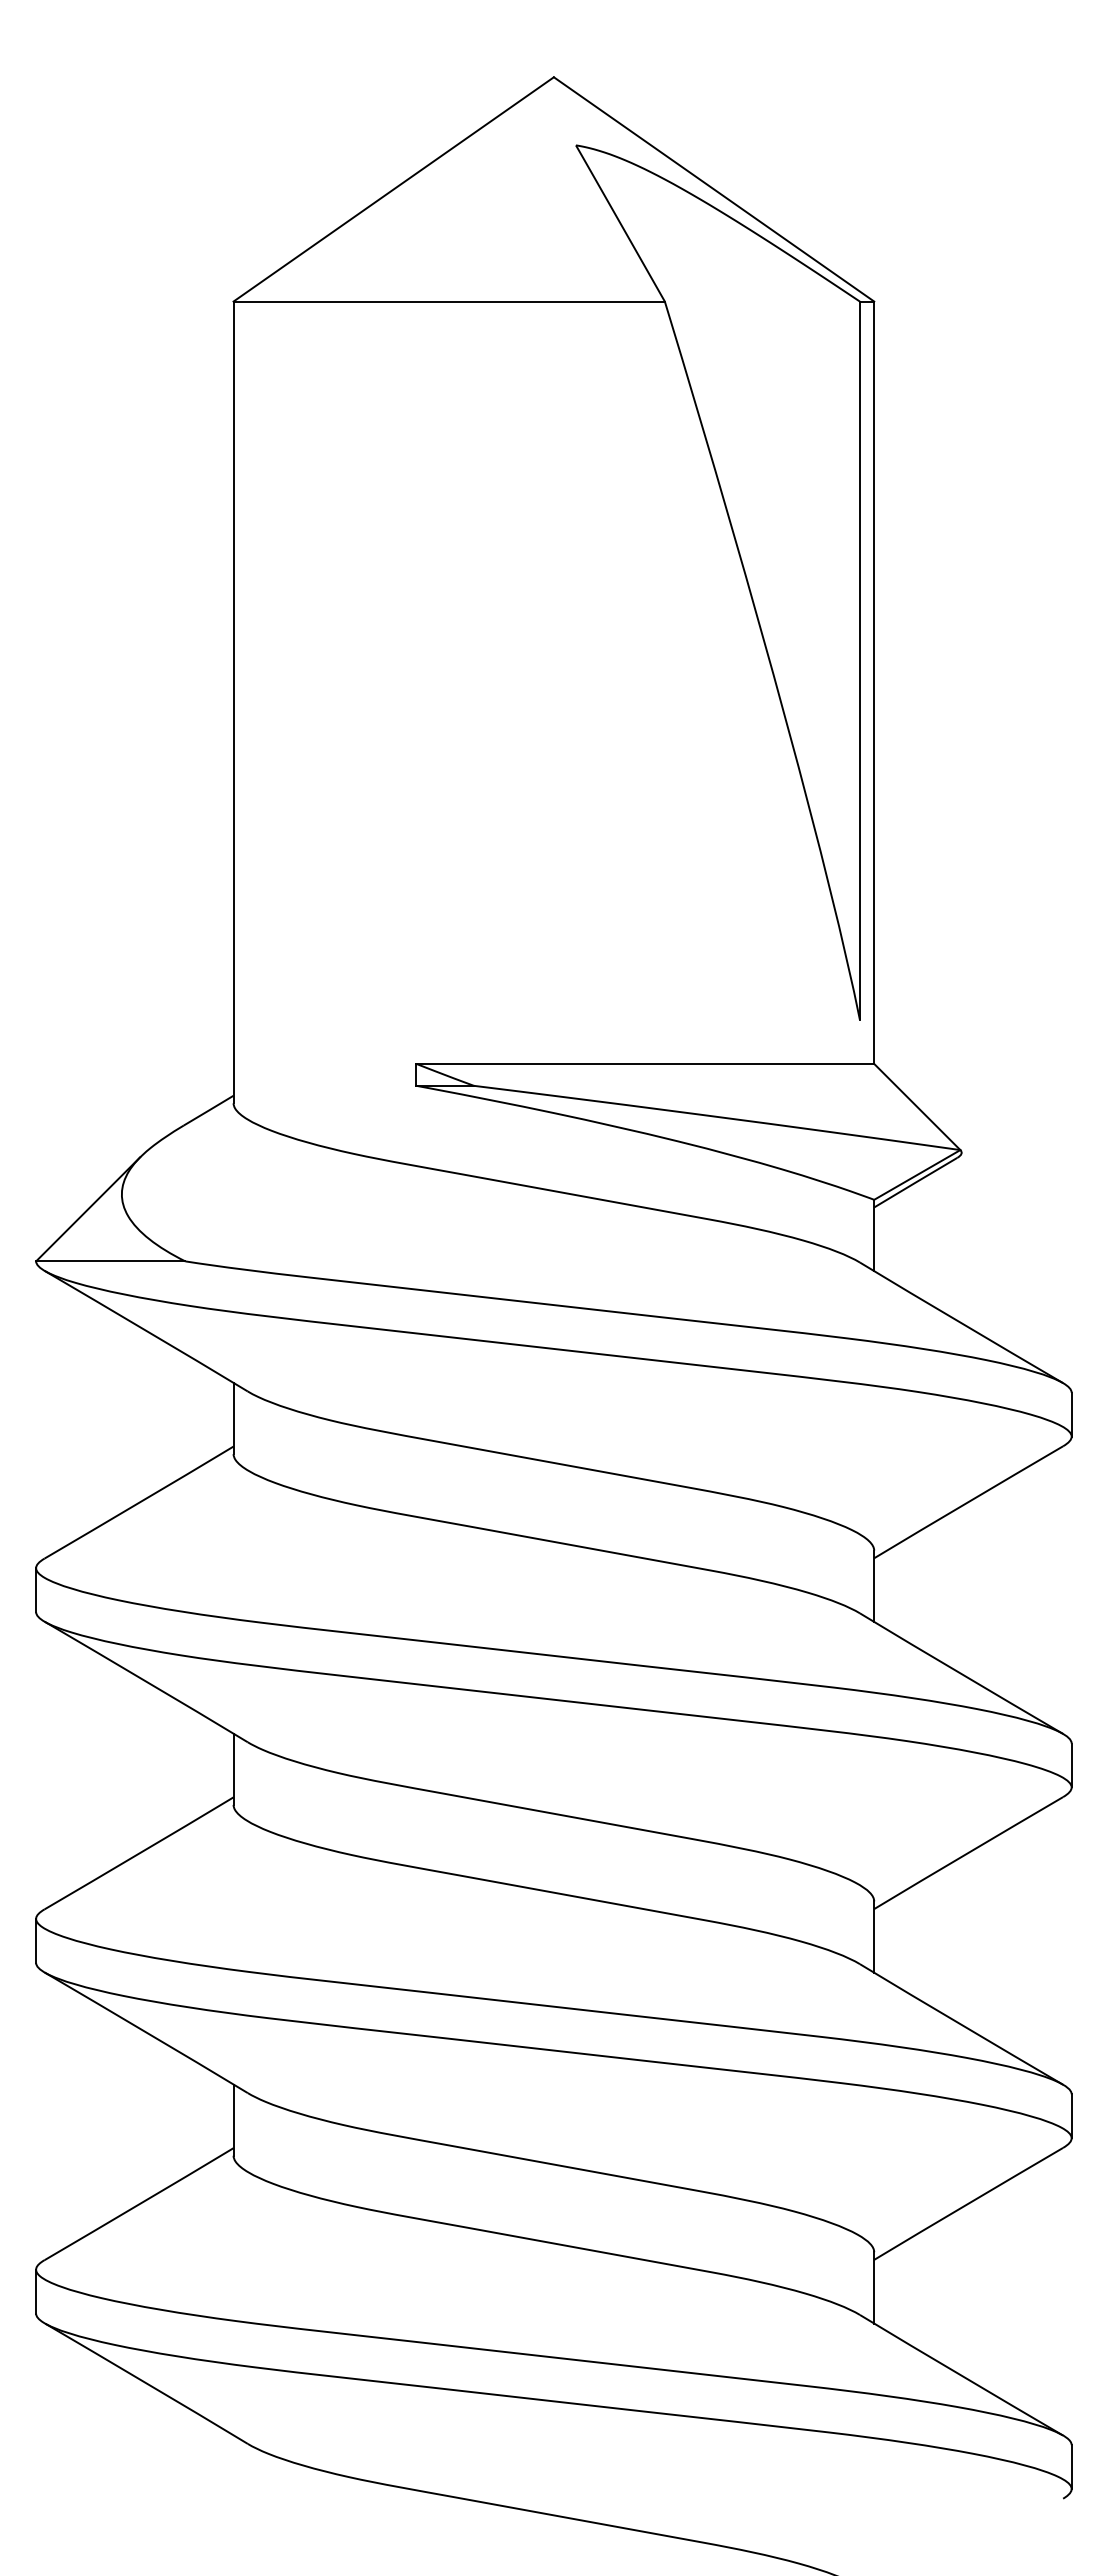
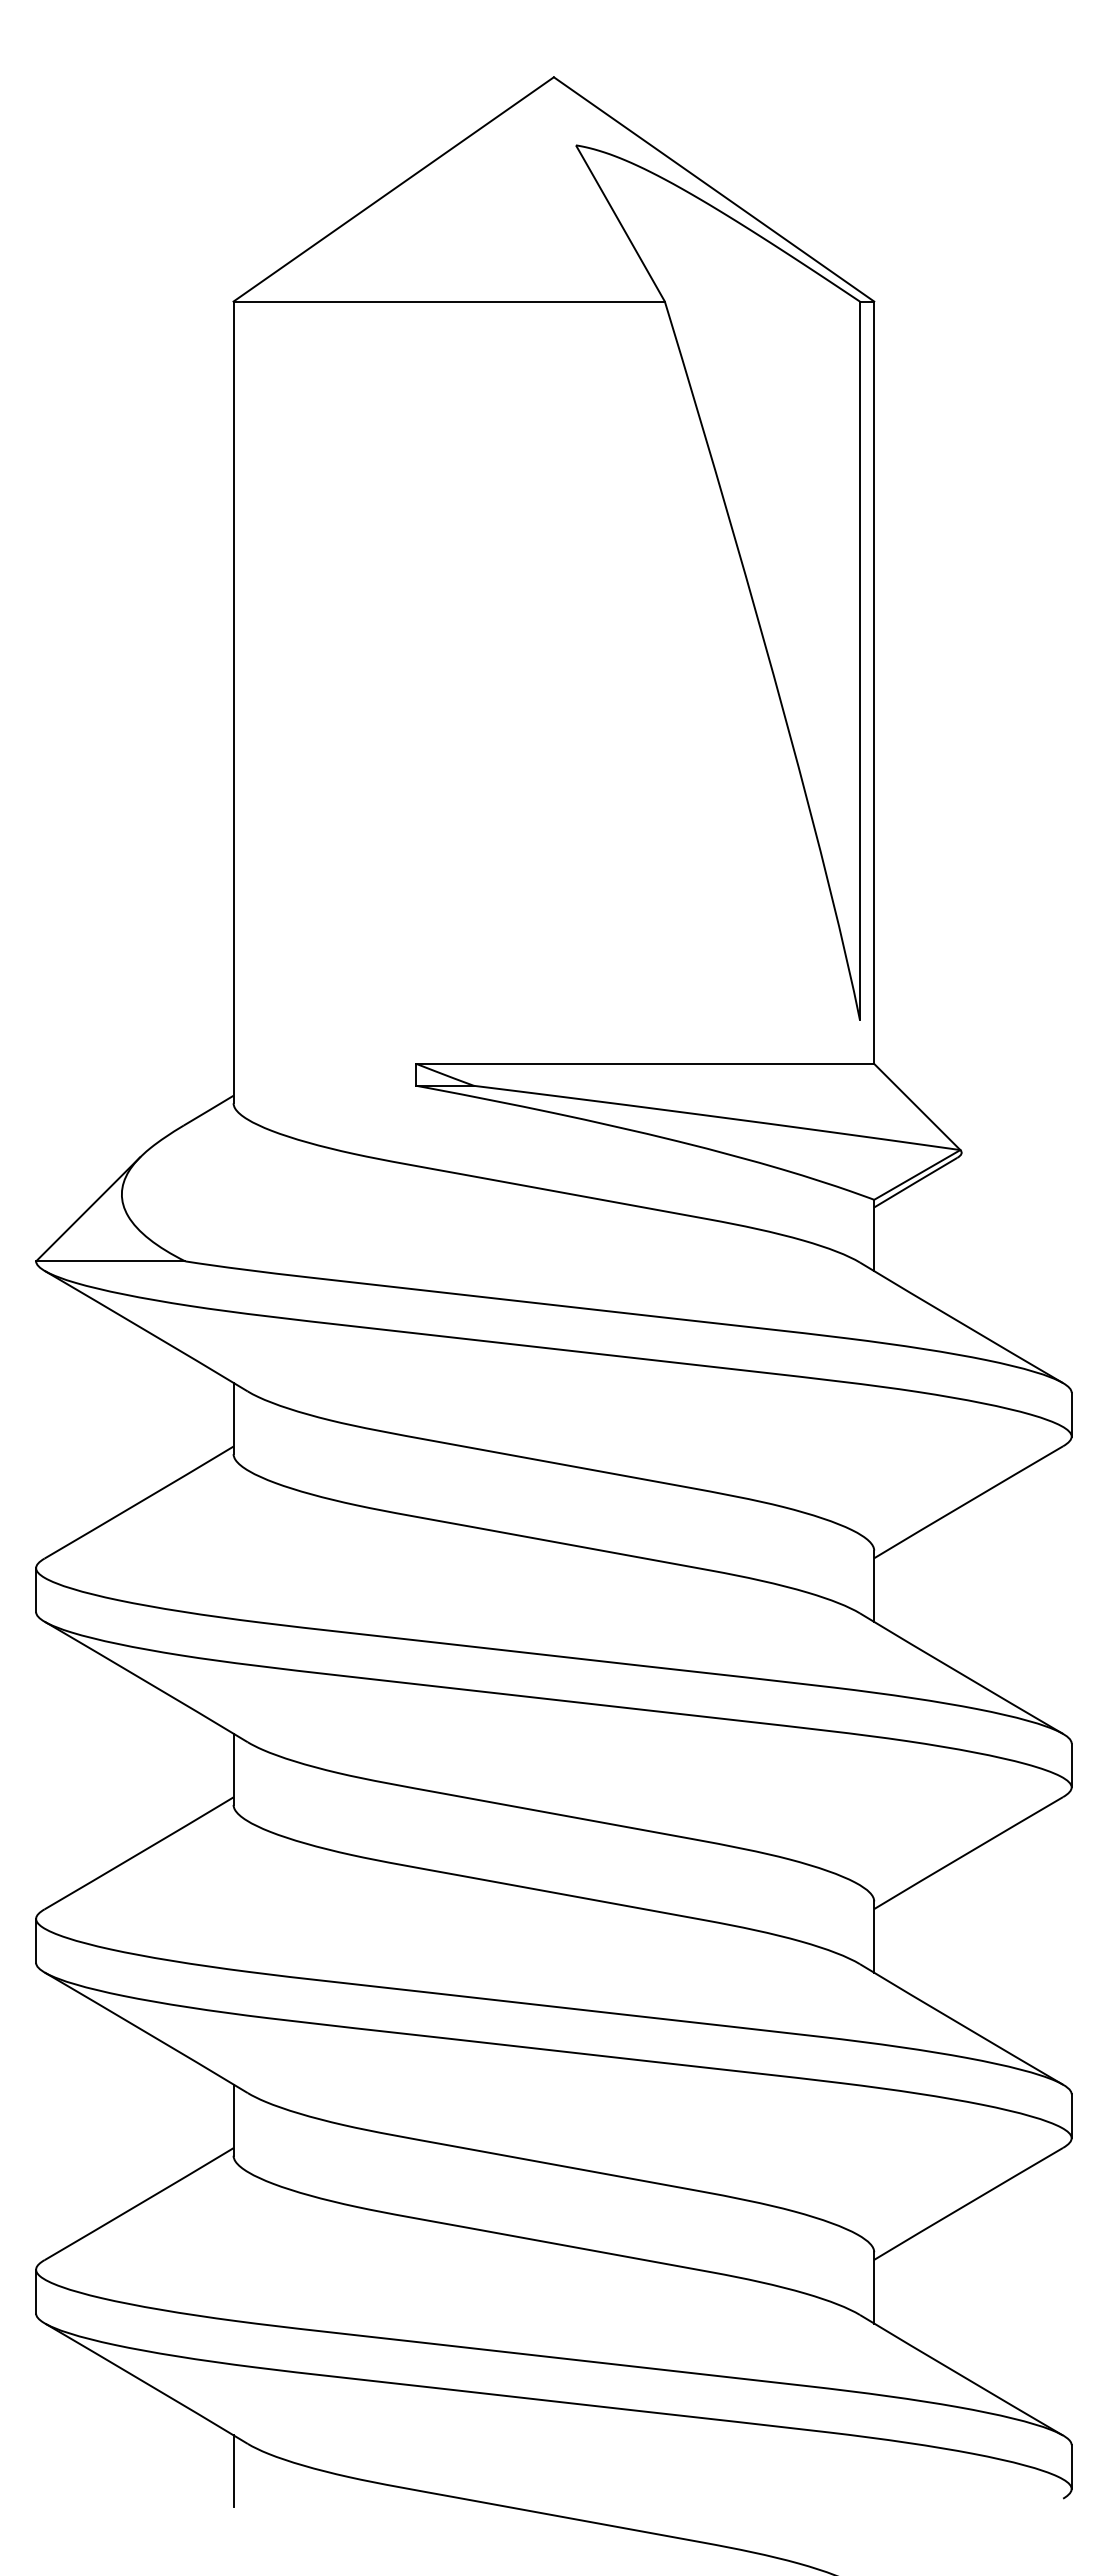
line at (233, 2470): none -> present
